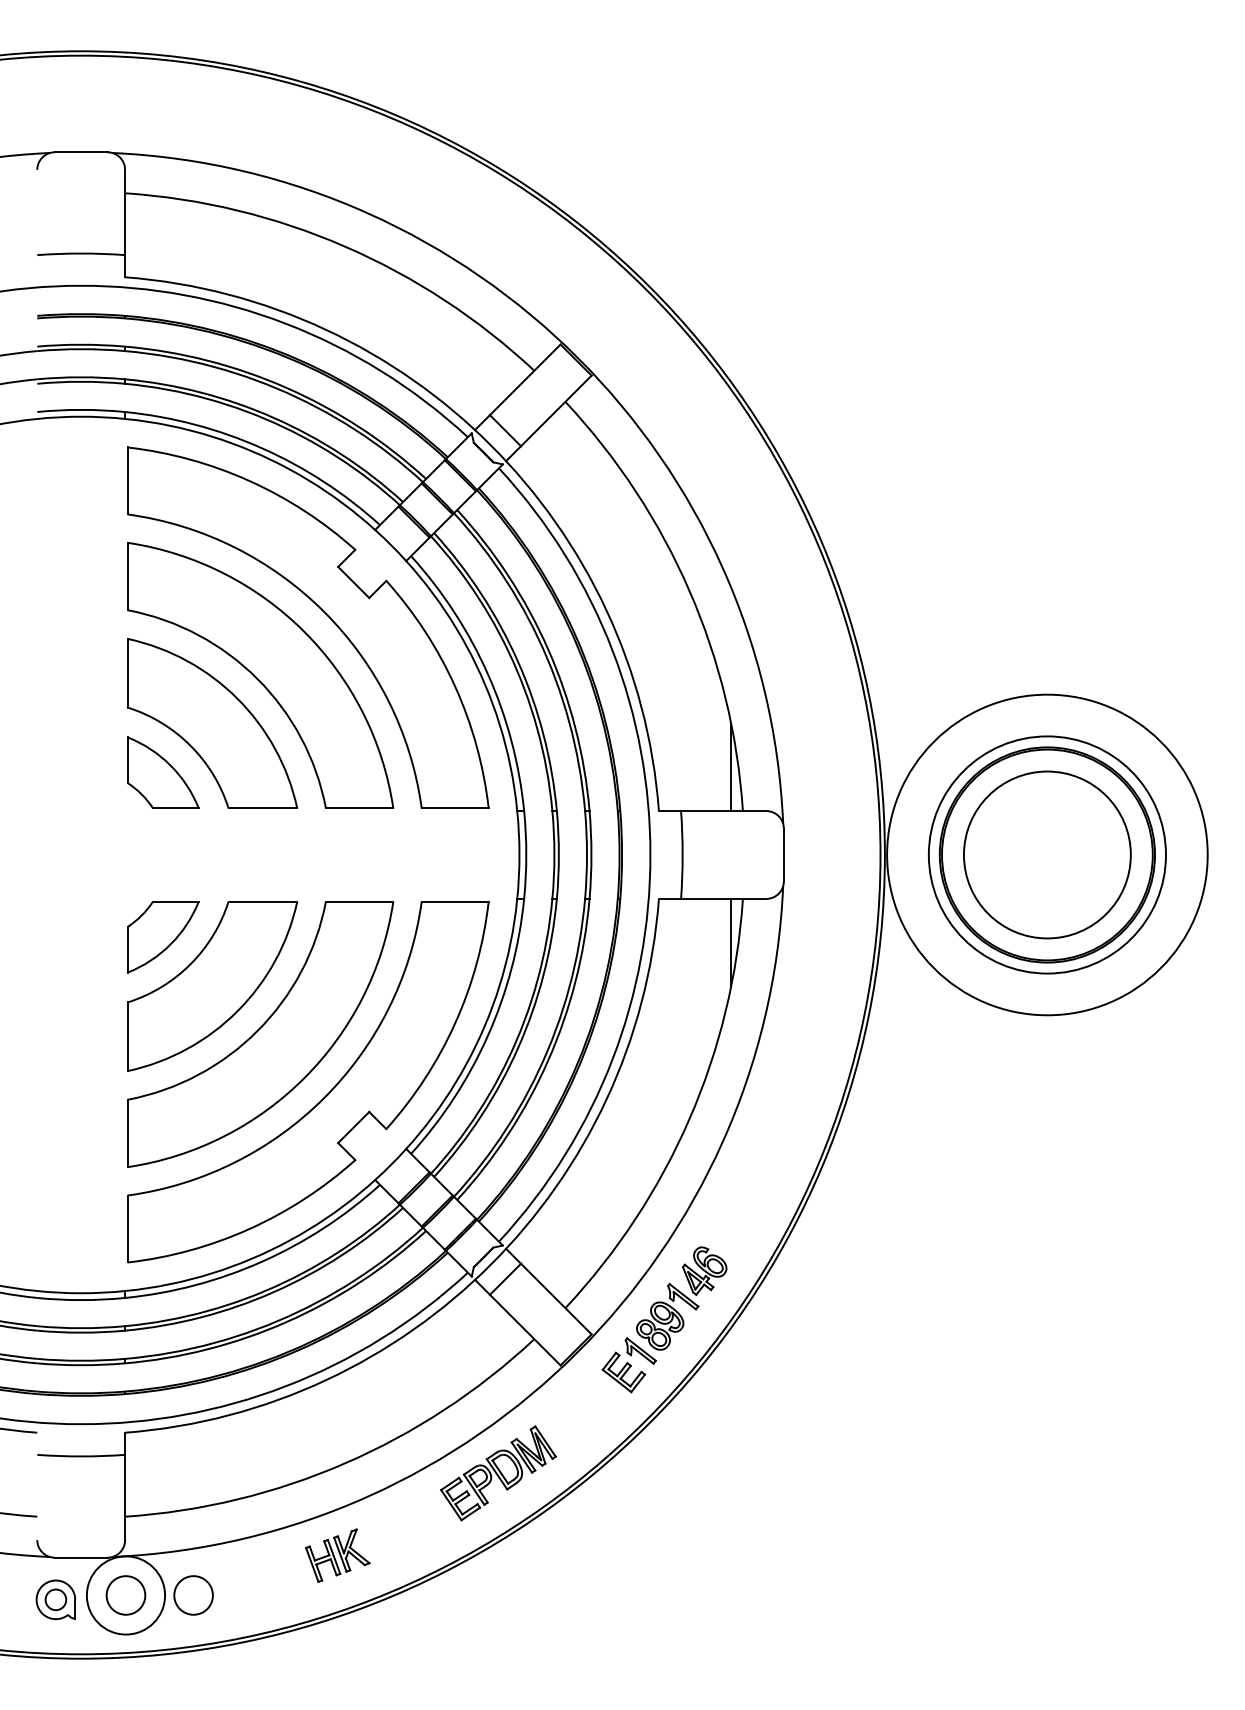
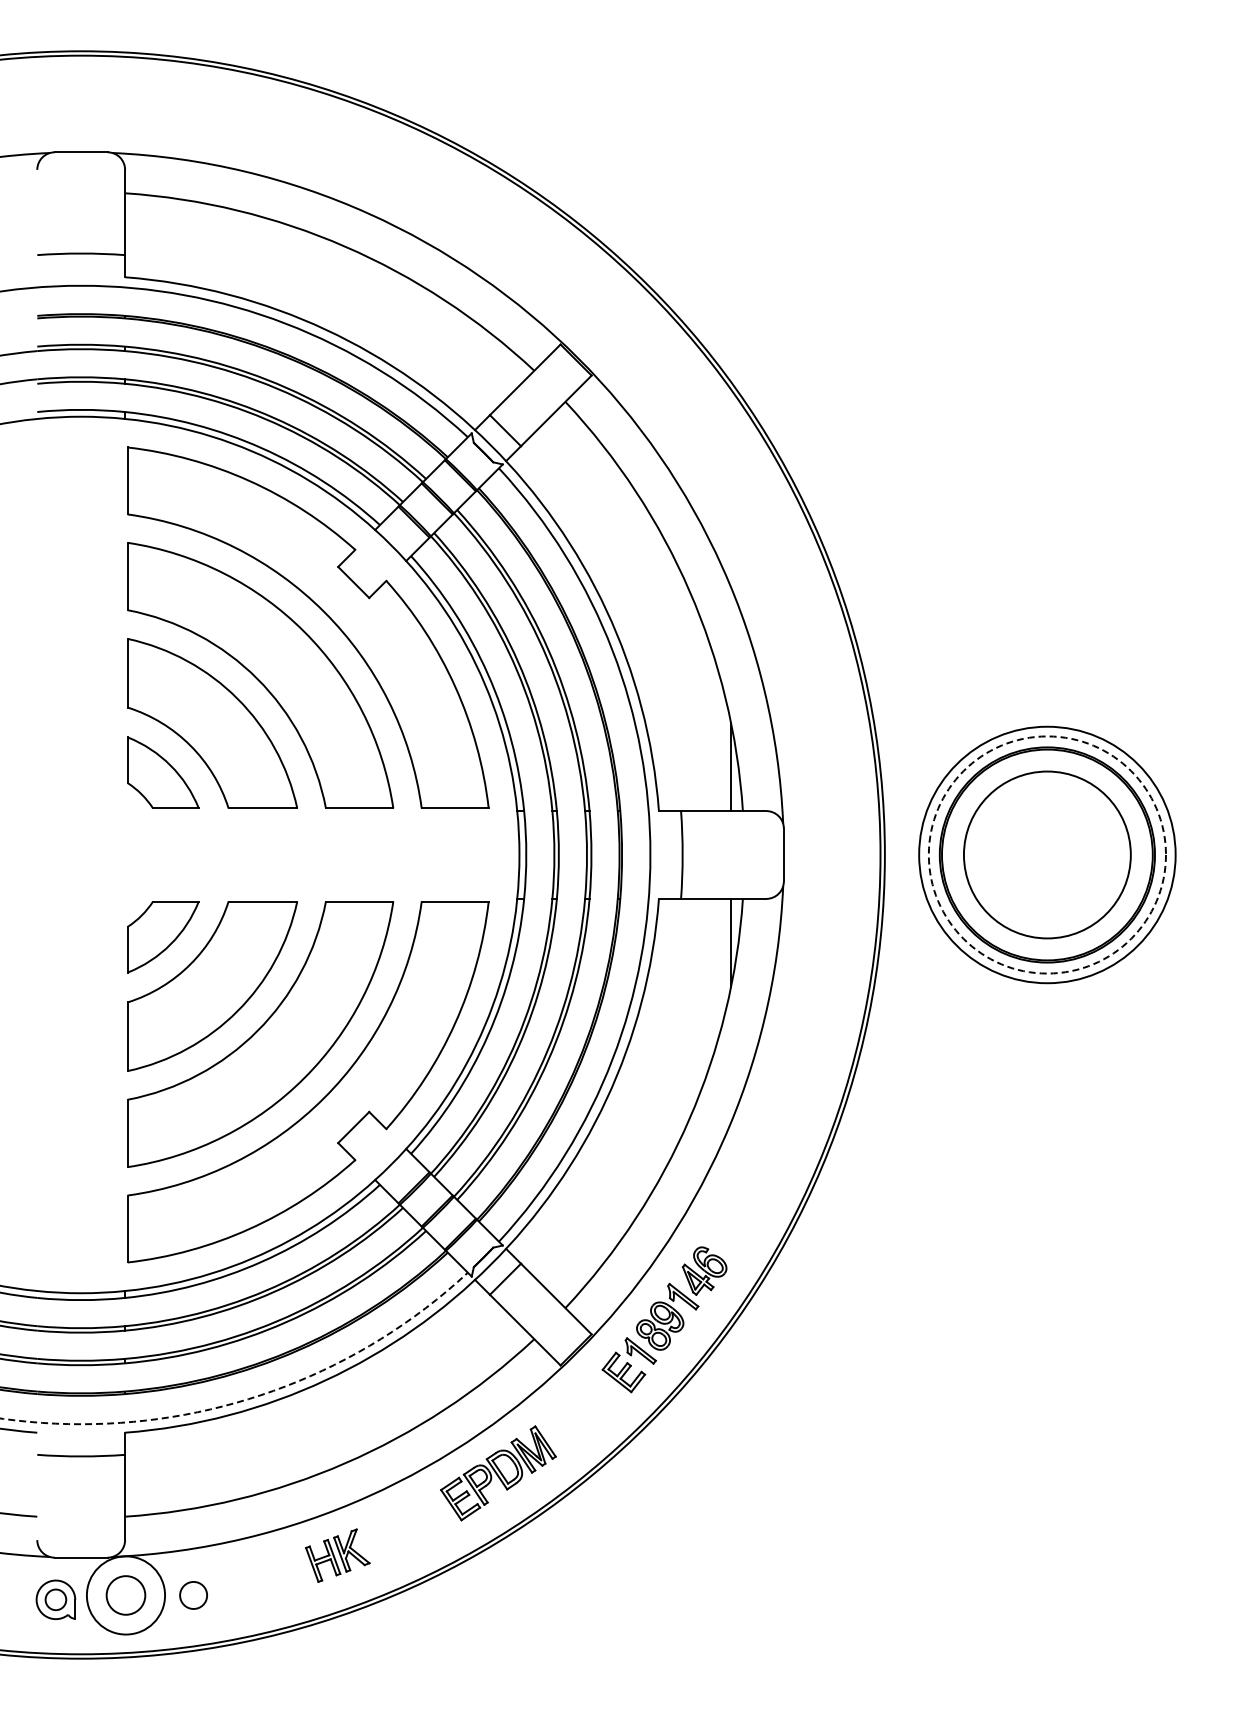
circle at (1046, 854): solid -> dashed
circle at (1047, 854) diameter: 321 px -> 256 px
arc at (247, 1399): solid -> dashed
circle at (193, 1595) diameter: 39 px -> 27 px
